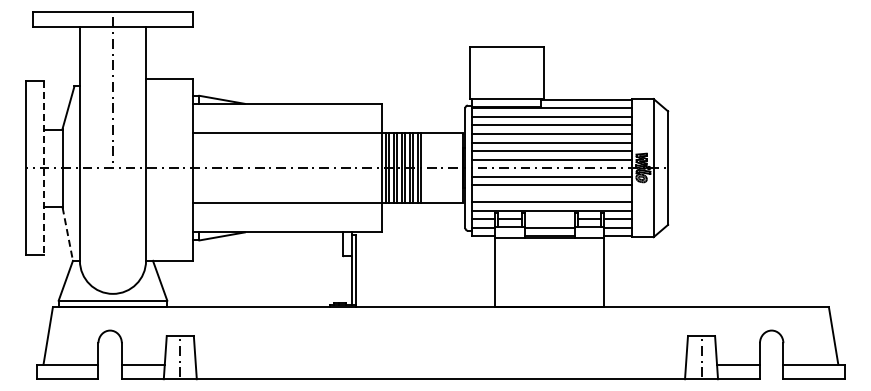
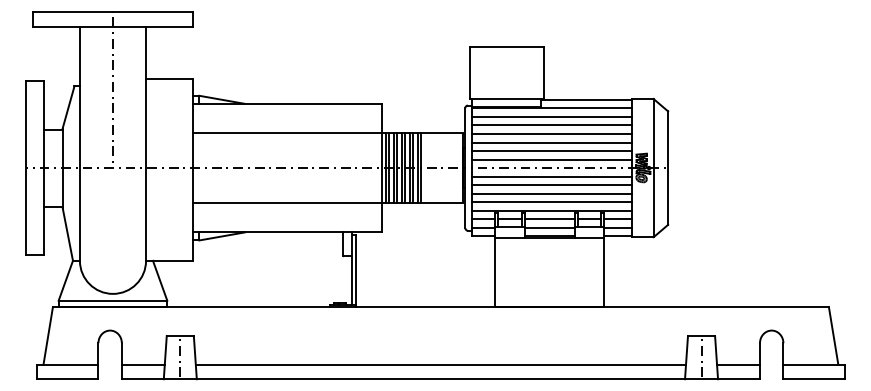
line at (43, 168): dashed -> solid
line at (552, 193): none -> present
line at (549, 219): none -> present
line at (67, 234): dashed -> solid
line at (440, 364): none -> present
